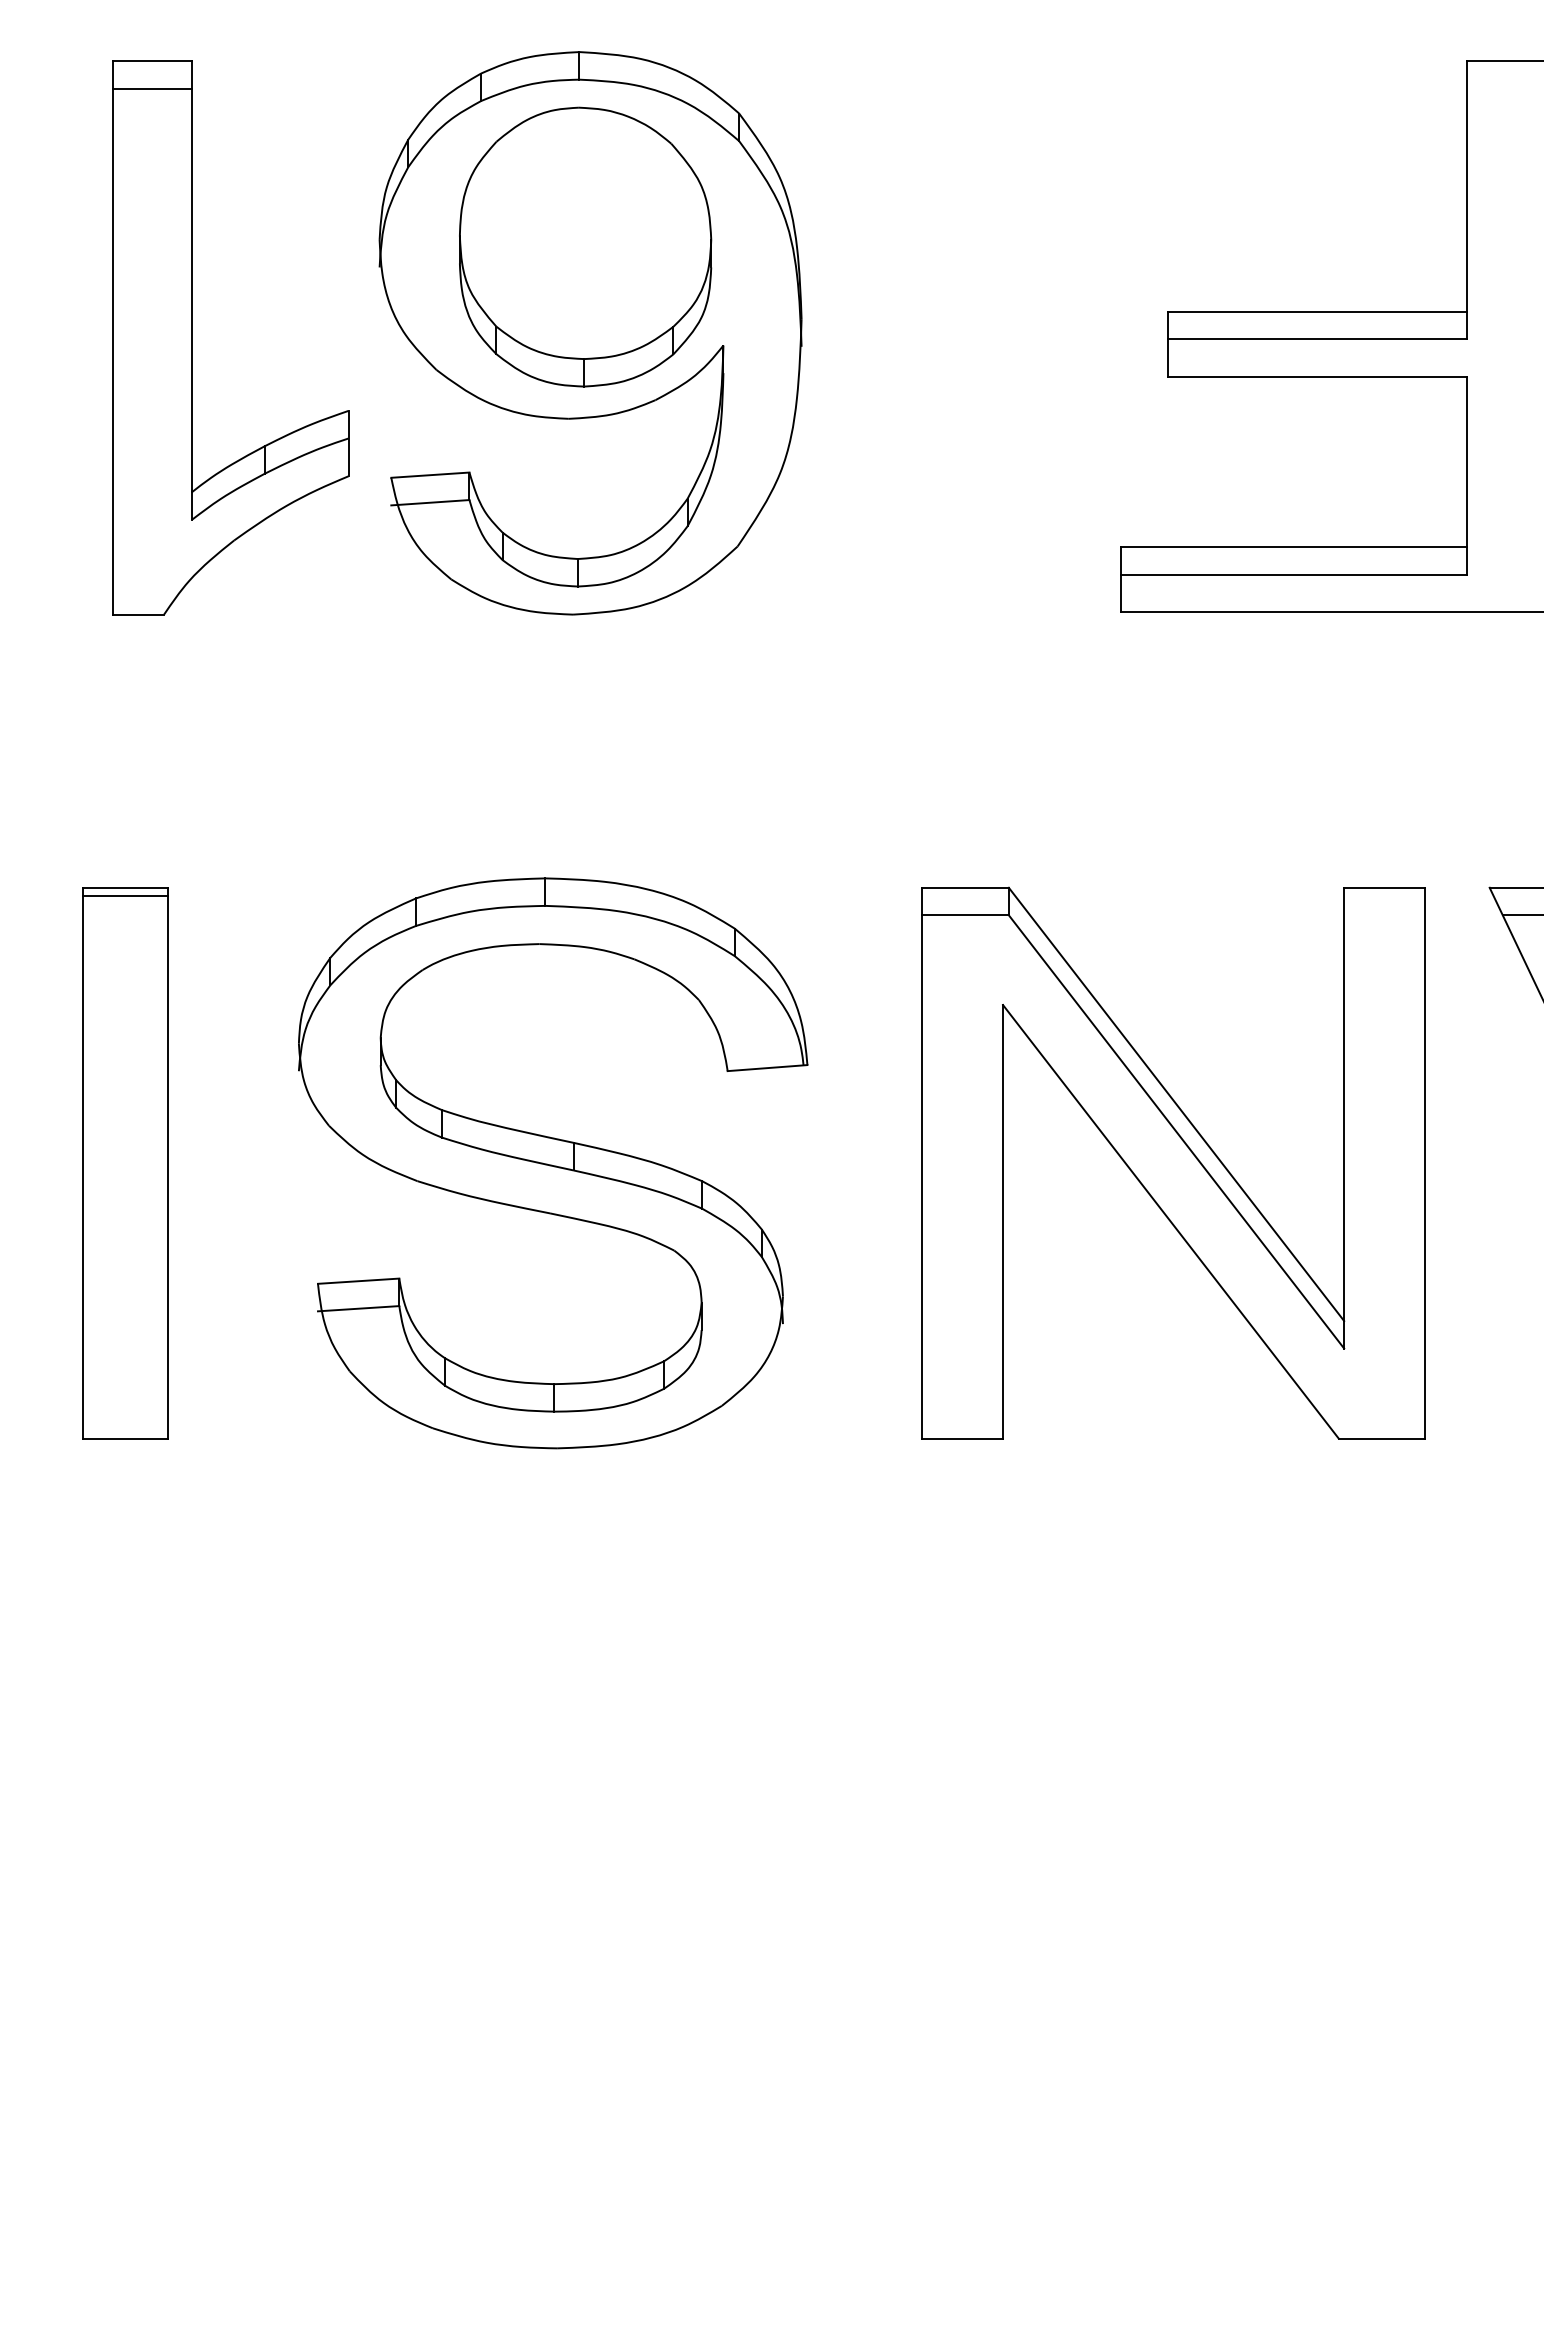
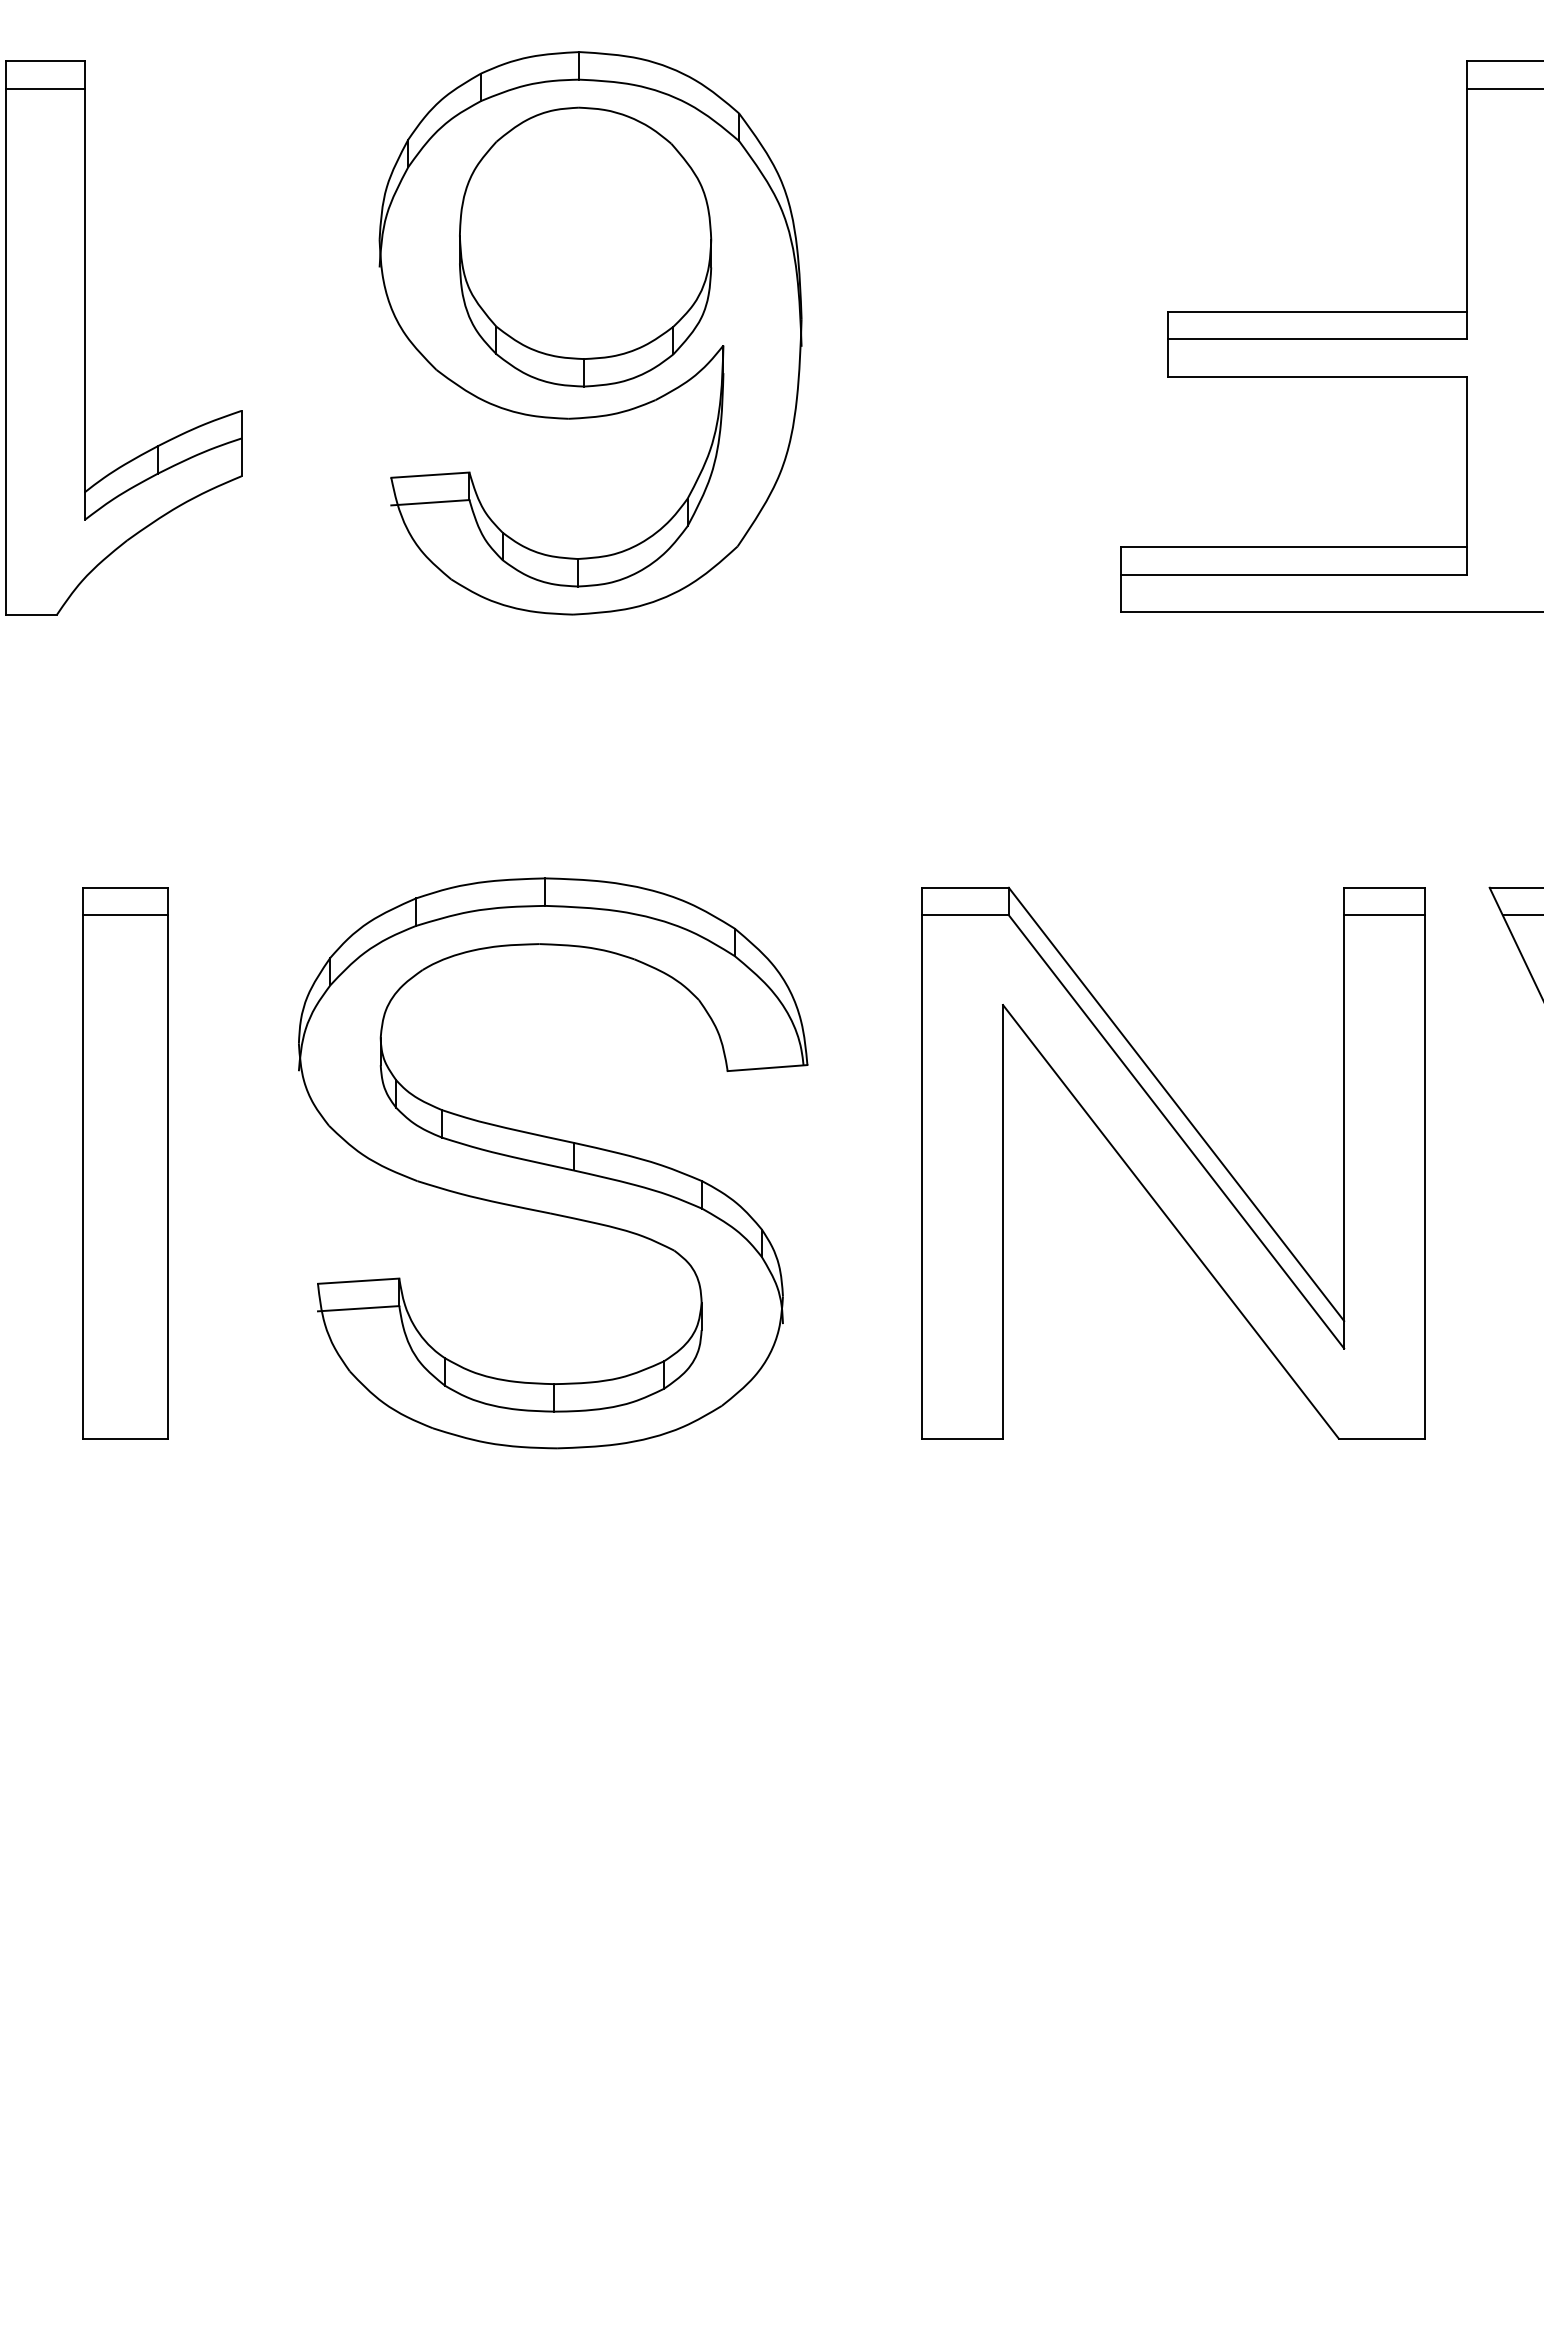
line at (1503, 88): none -> present
part at (192, 337) position: (192, 337) -> (85, 337)
line at (125, 896) position: (125, 896) -> (125, 915)
line at (1384, 915): none -> present
